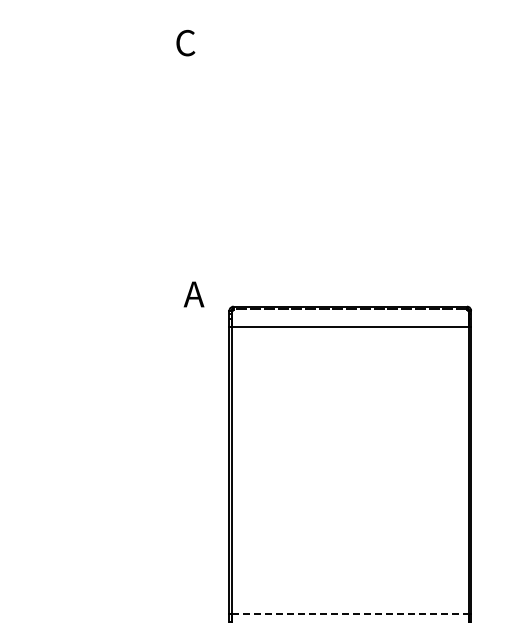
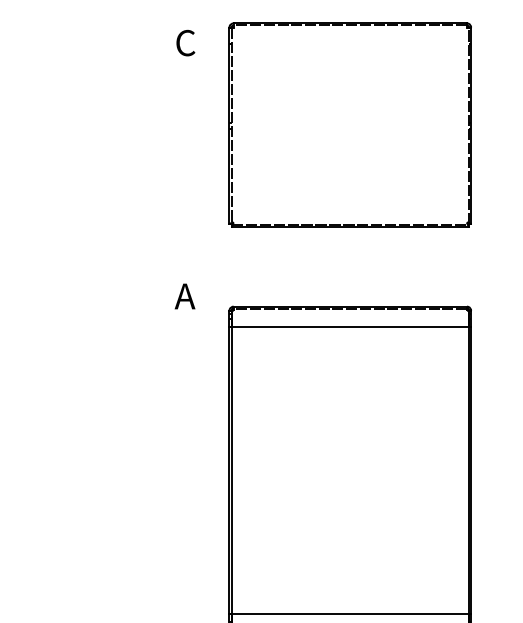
part at (349, 124): none -> present
text at (193, 294) position: (193, 294) -> (184, 296)
line at (350, 614): dashed -> solid
